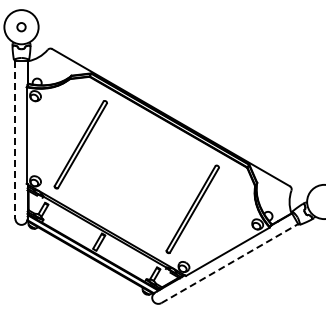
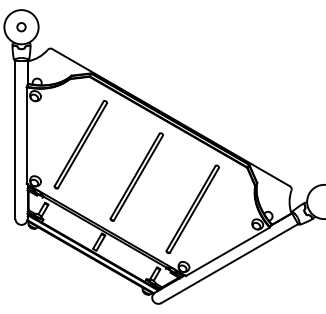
line at (15, 139): dashed -> solid
part at (136, 176): none -> present
line at (229, 263): dashed -> solid
